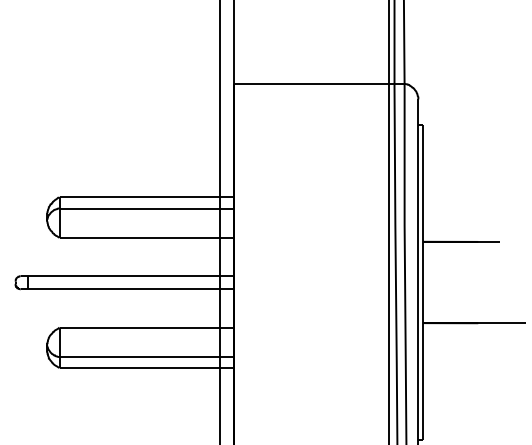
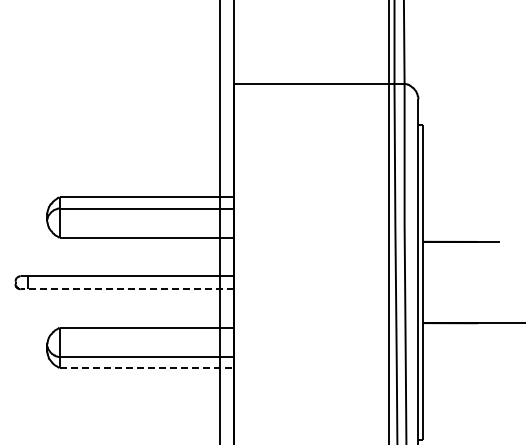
line at (127, 289): solid -> dashed
line at (147, 368): solid -> dashed
